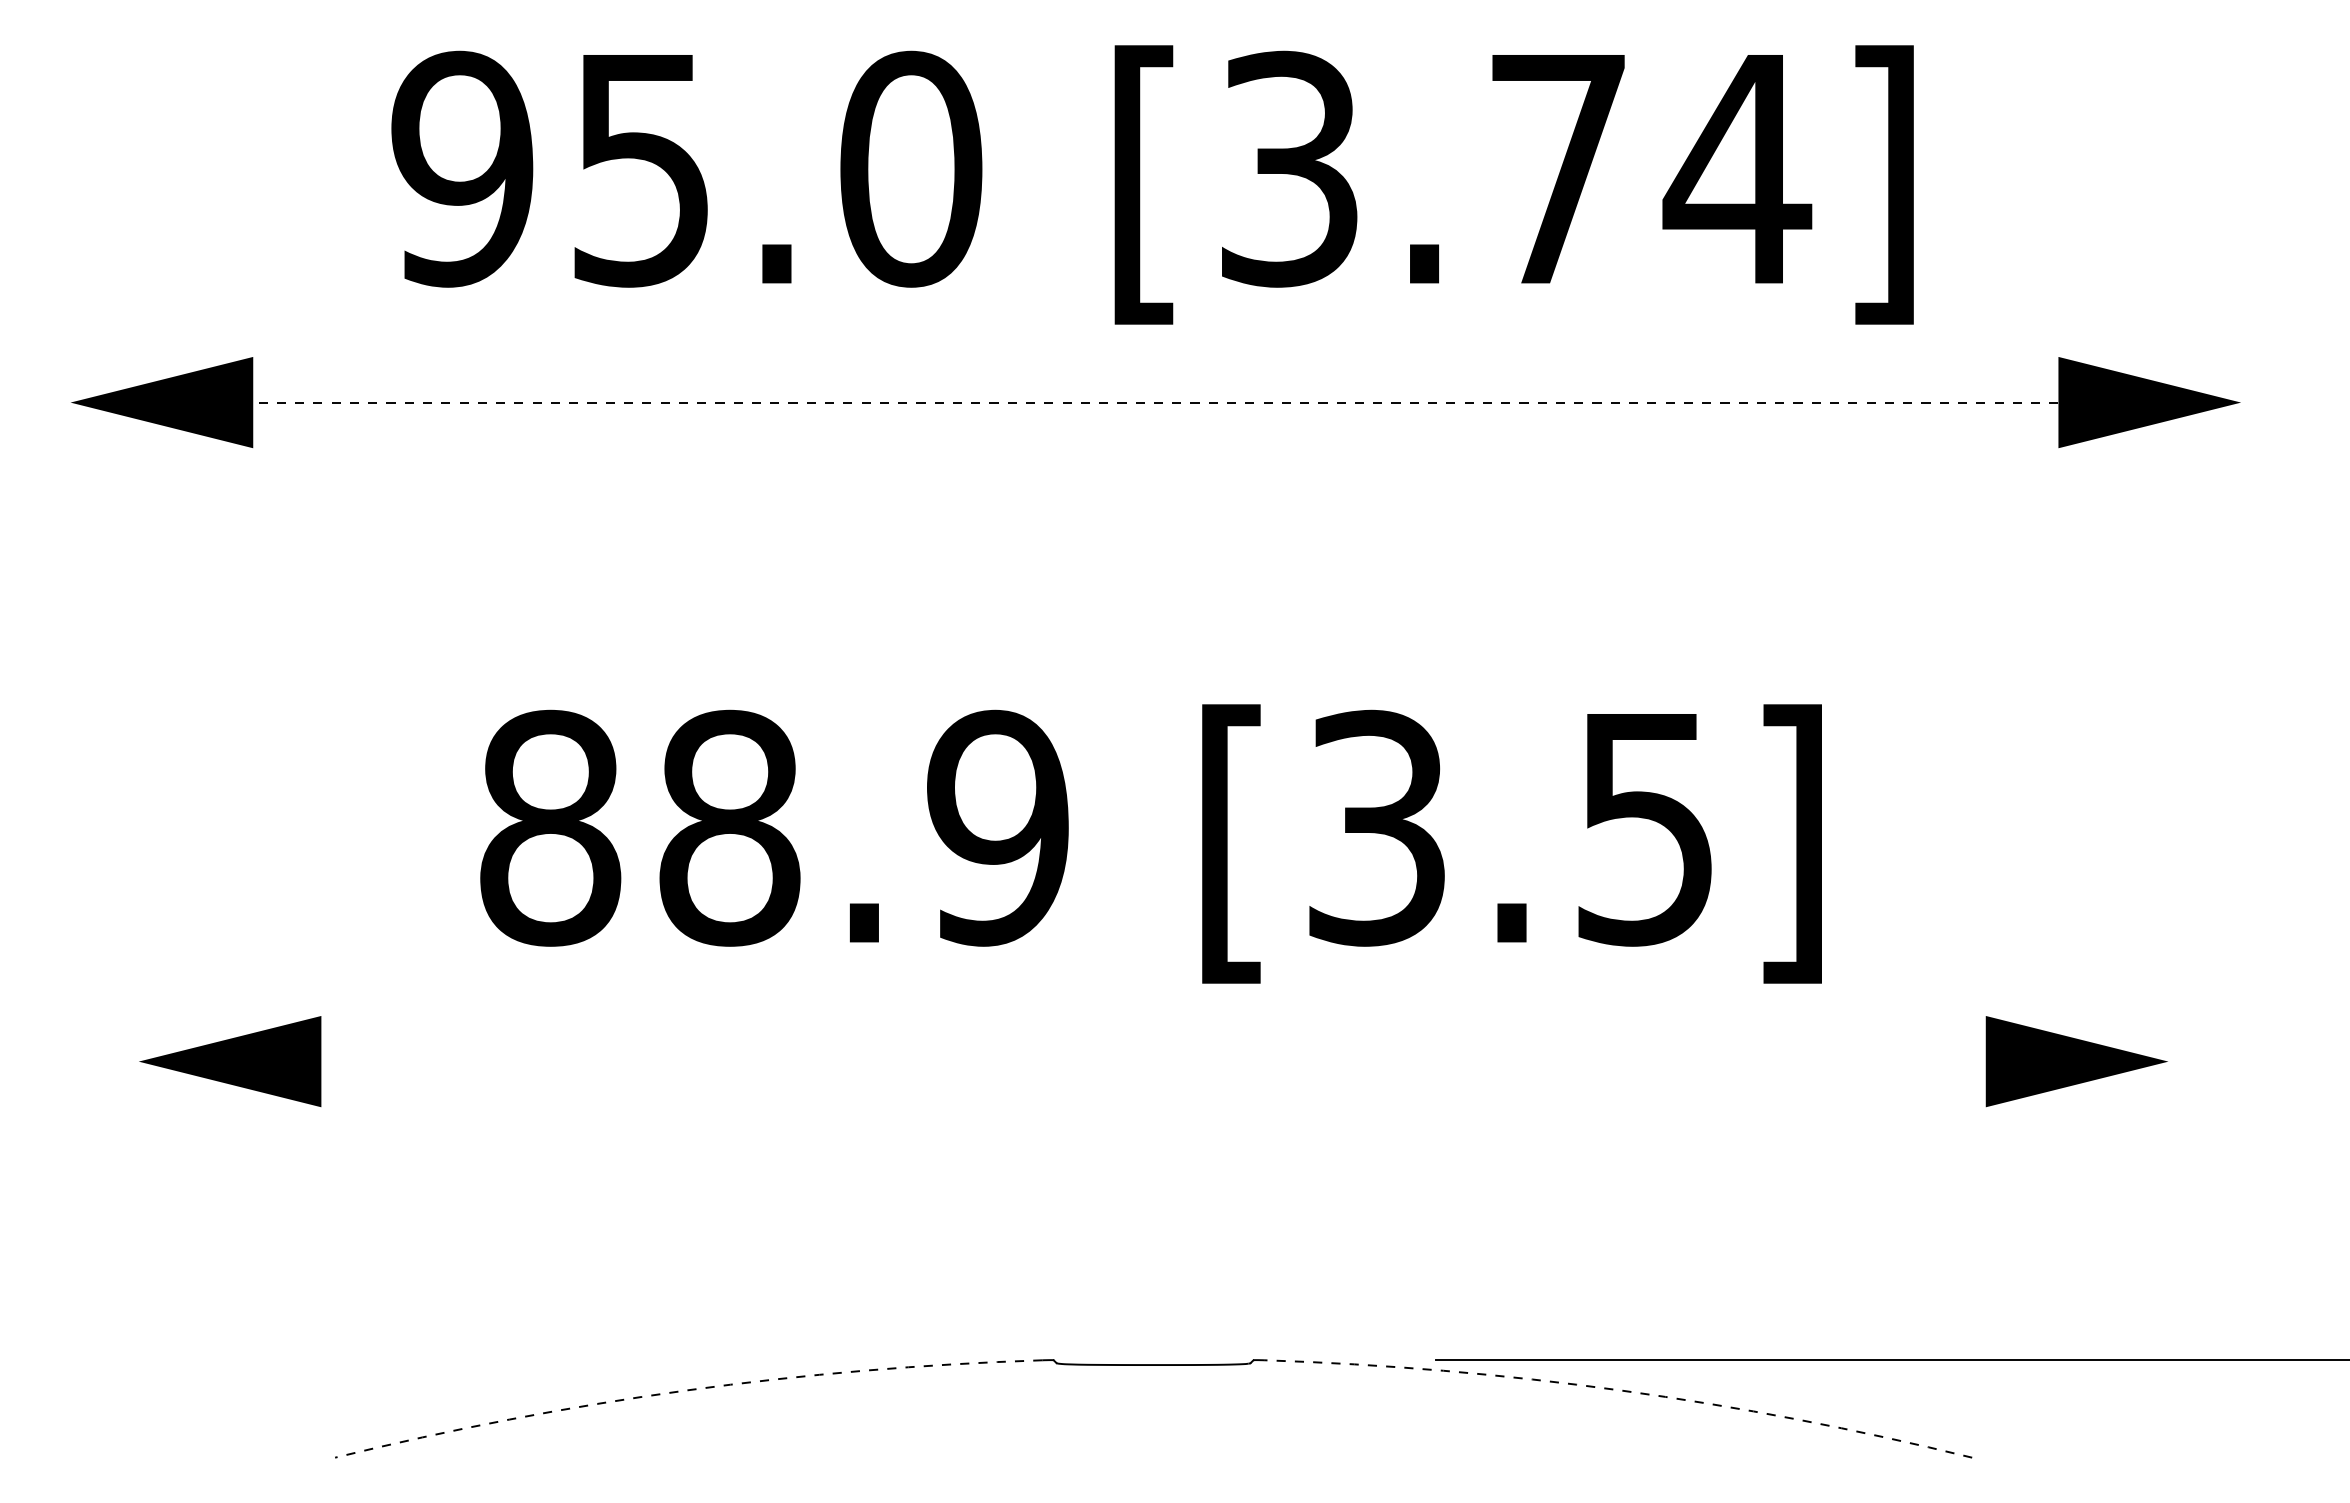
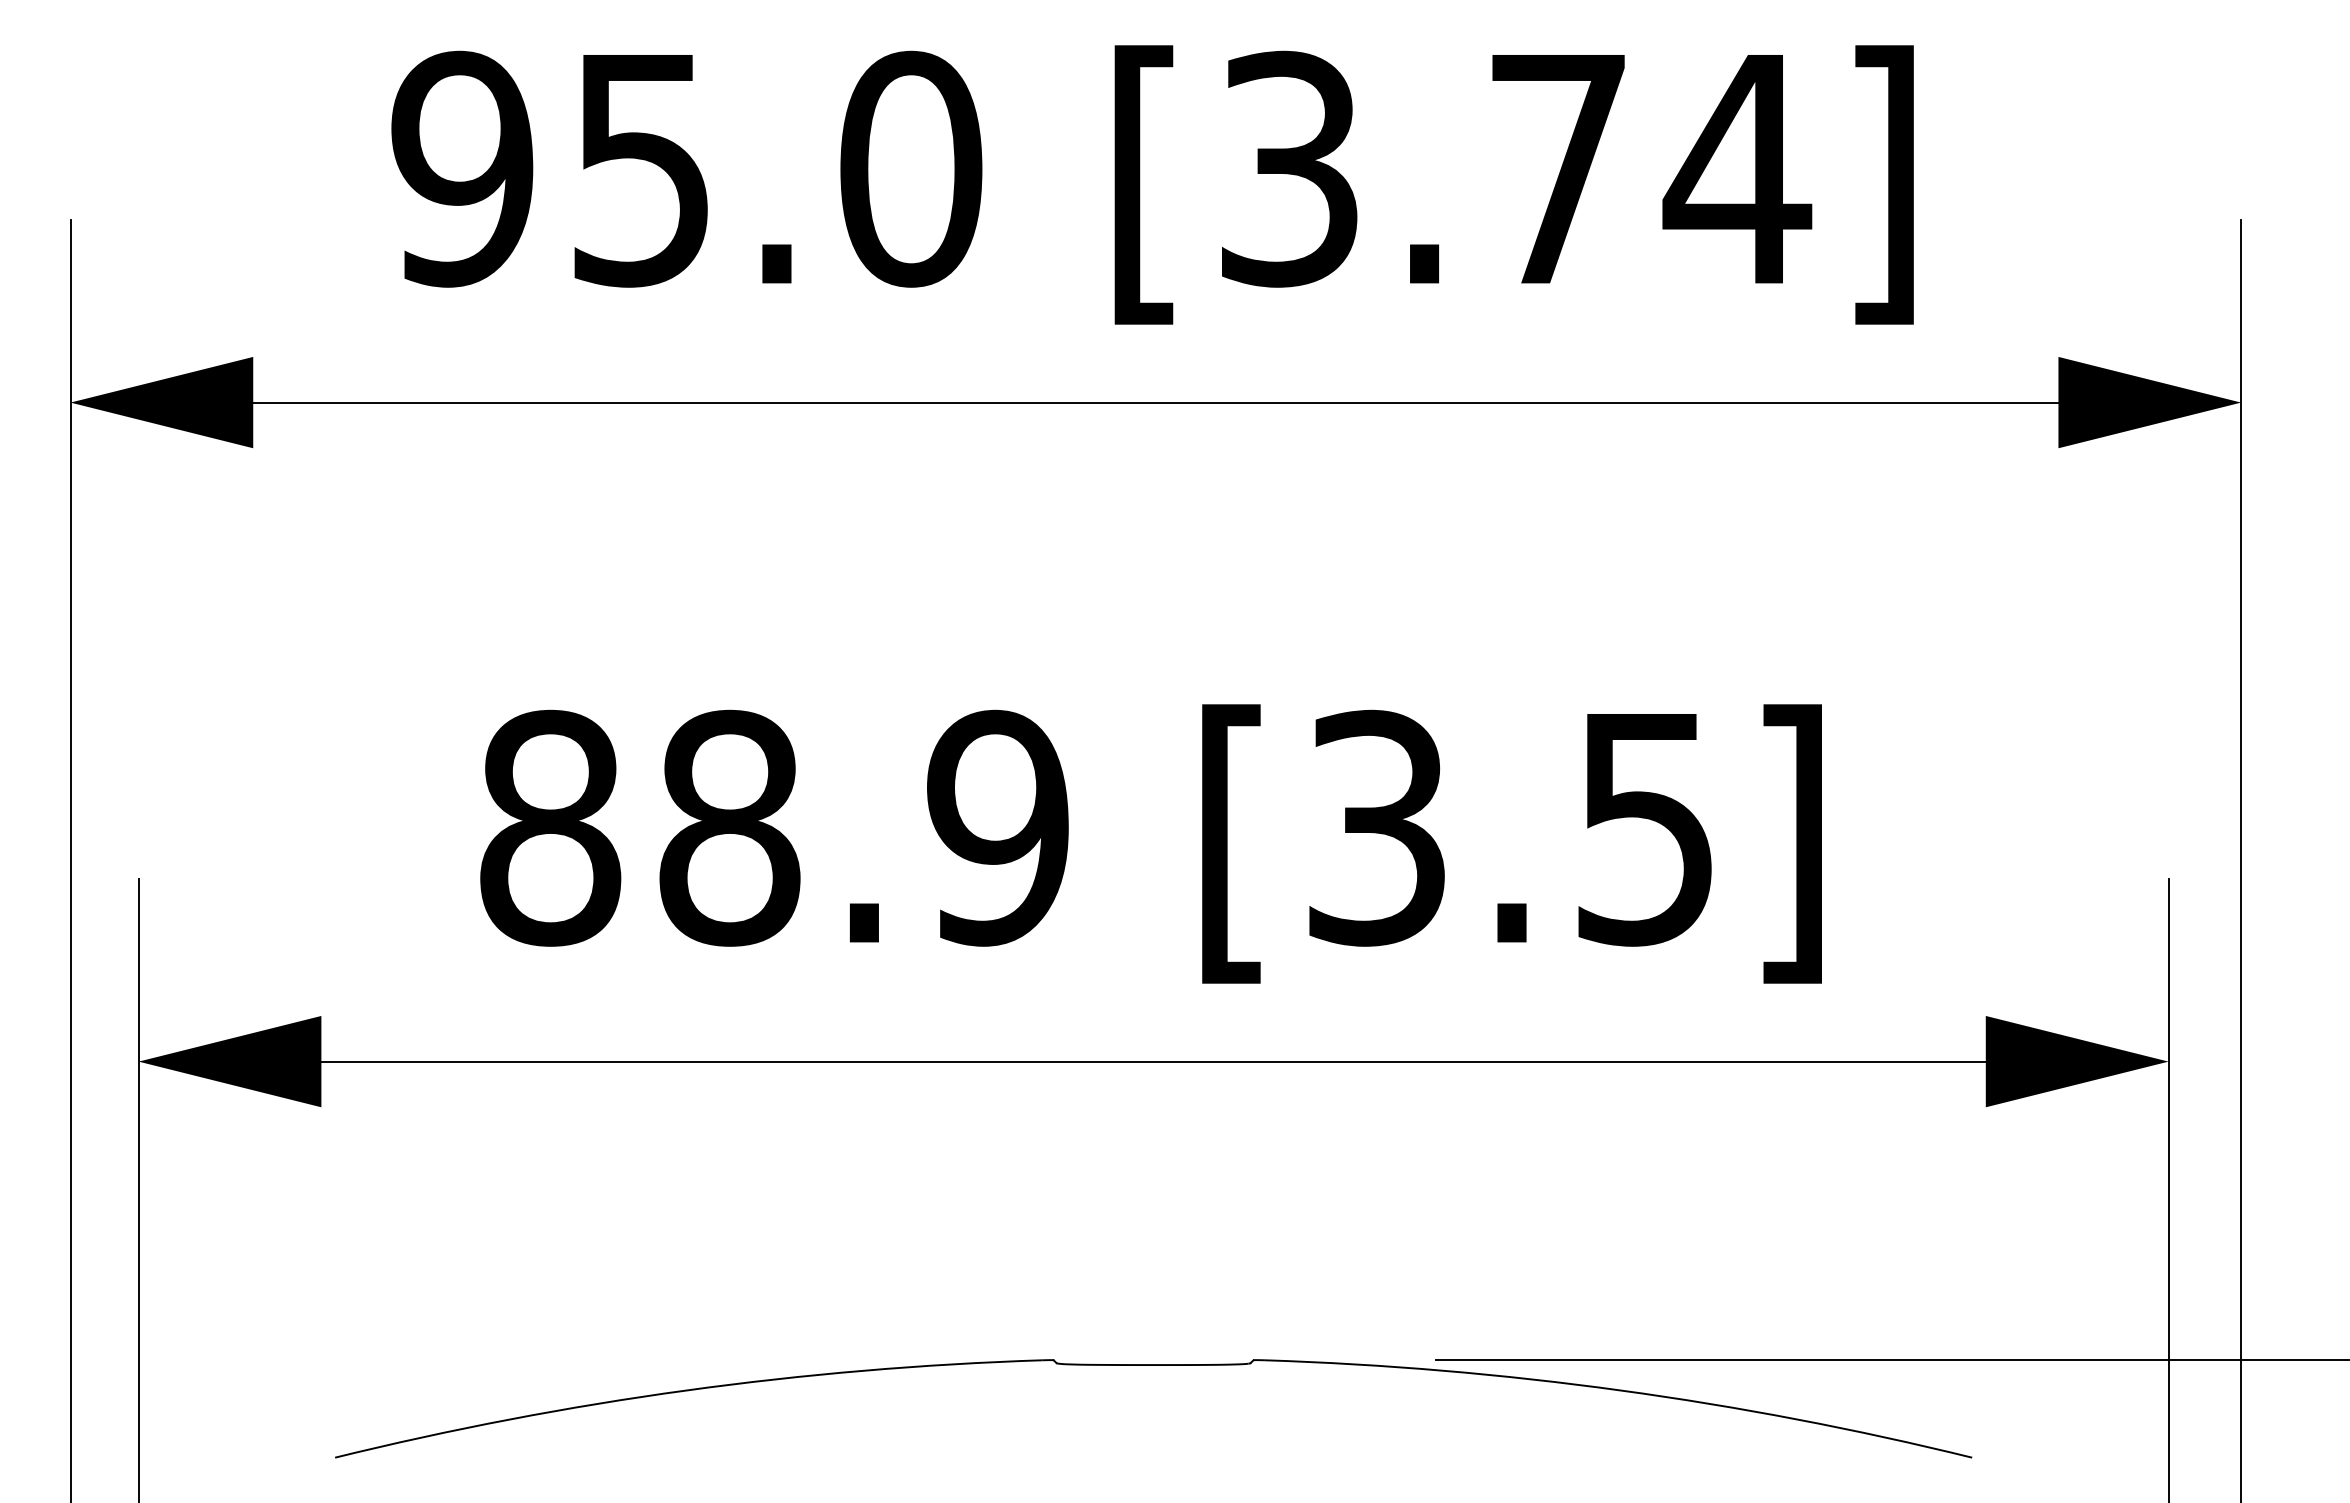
line at (1155, 402): dashed -> solid
line at (70, 859): none -> present
line at (2241, 859): none -> present
line at (1153, 1061): none -> present
line at (138, 1188): none -> present
line at (2168, 1188): none -> present
arc at (686, 1390): dashed -> solid
arc at (1621, 1390): dashed -> solid
